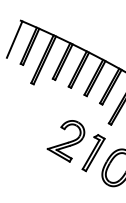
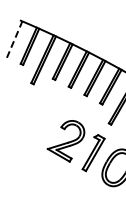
line at (14, 39): solid -> dashed
